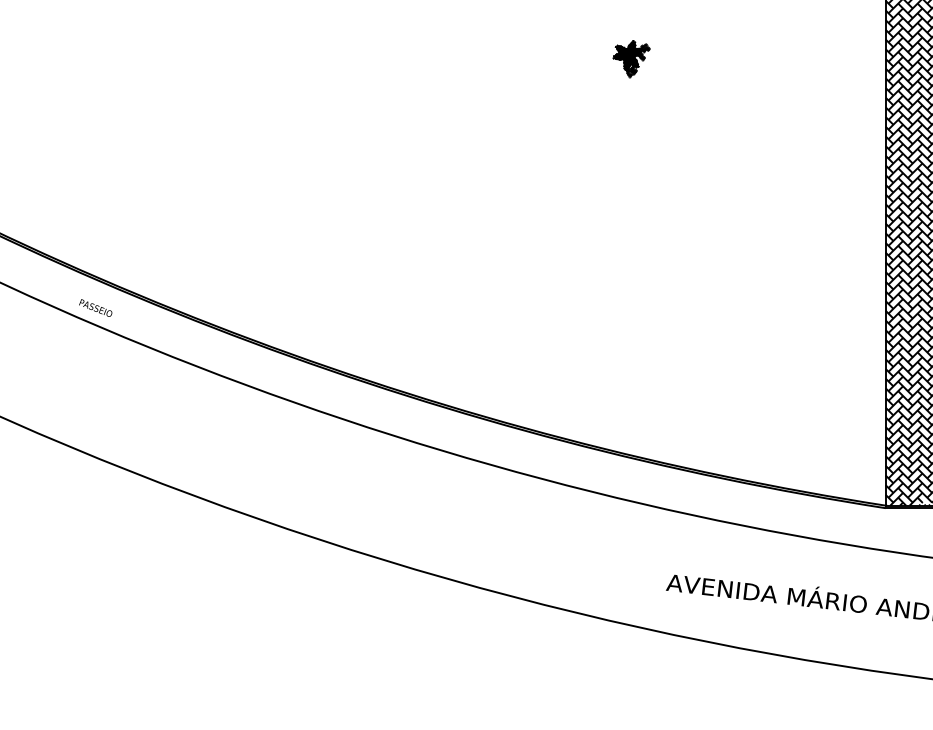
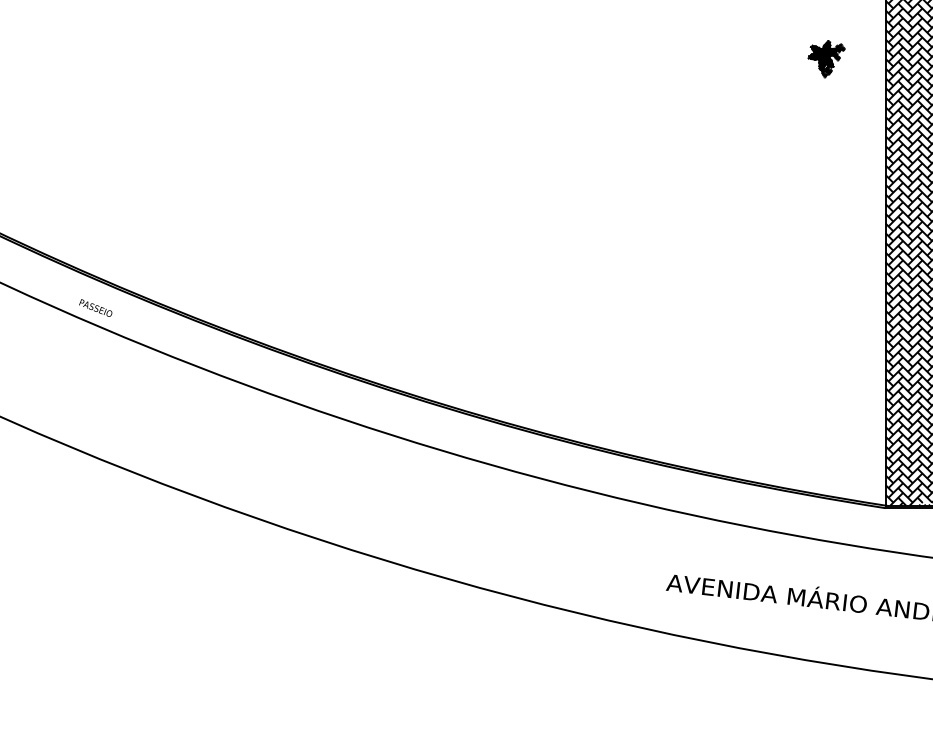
part at (631, 59) position: (631, 59) -> (826, 59)
